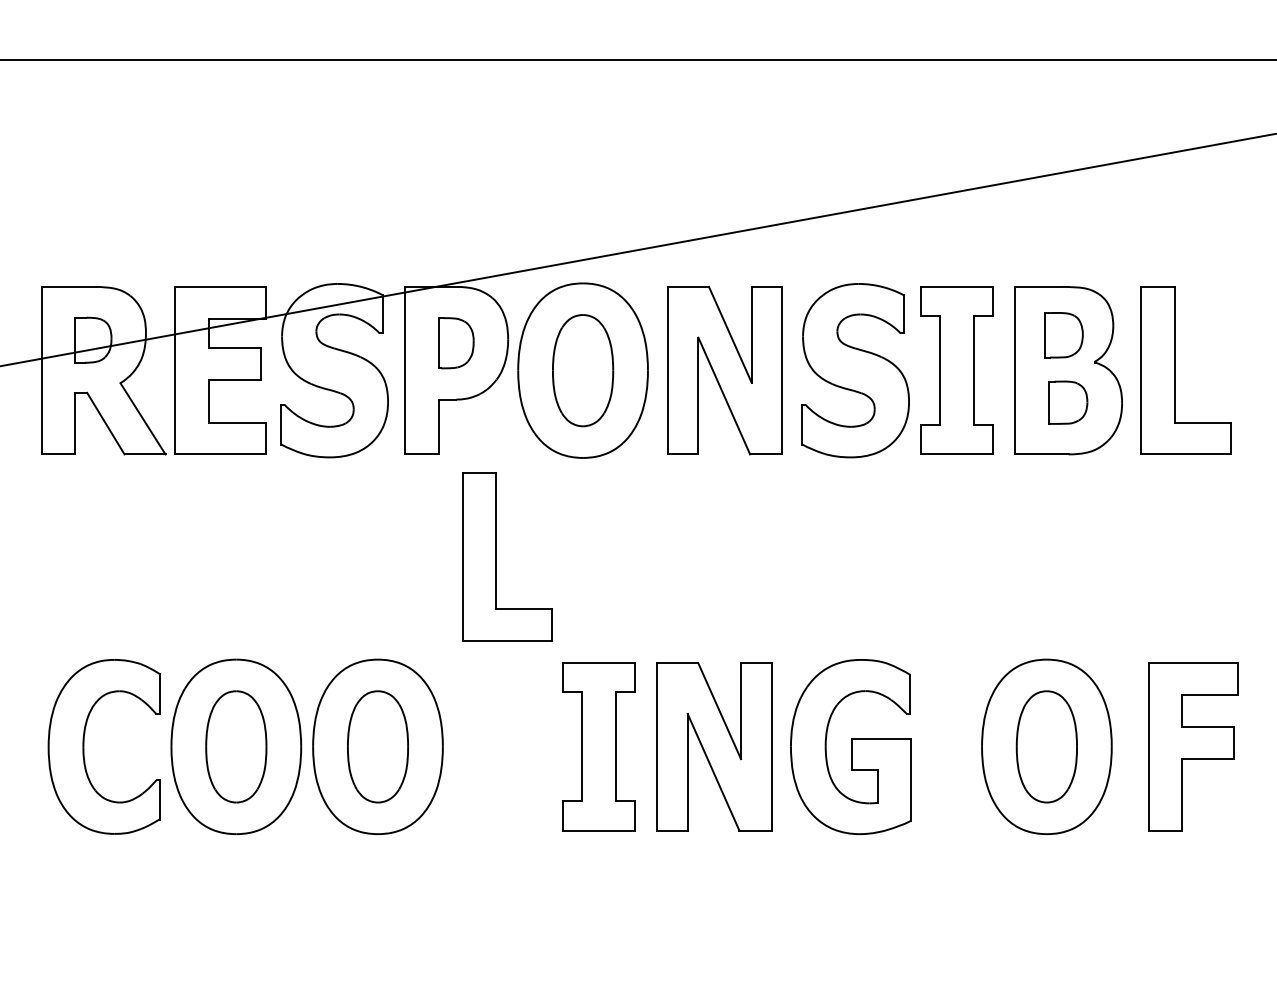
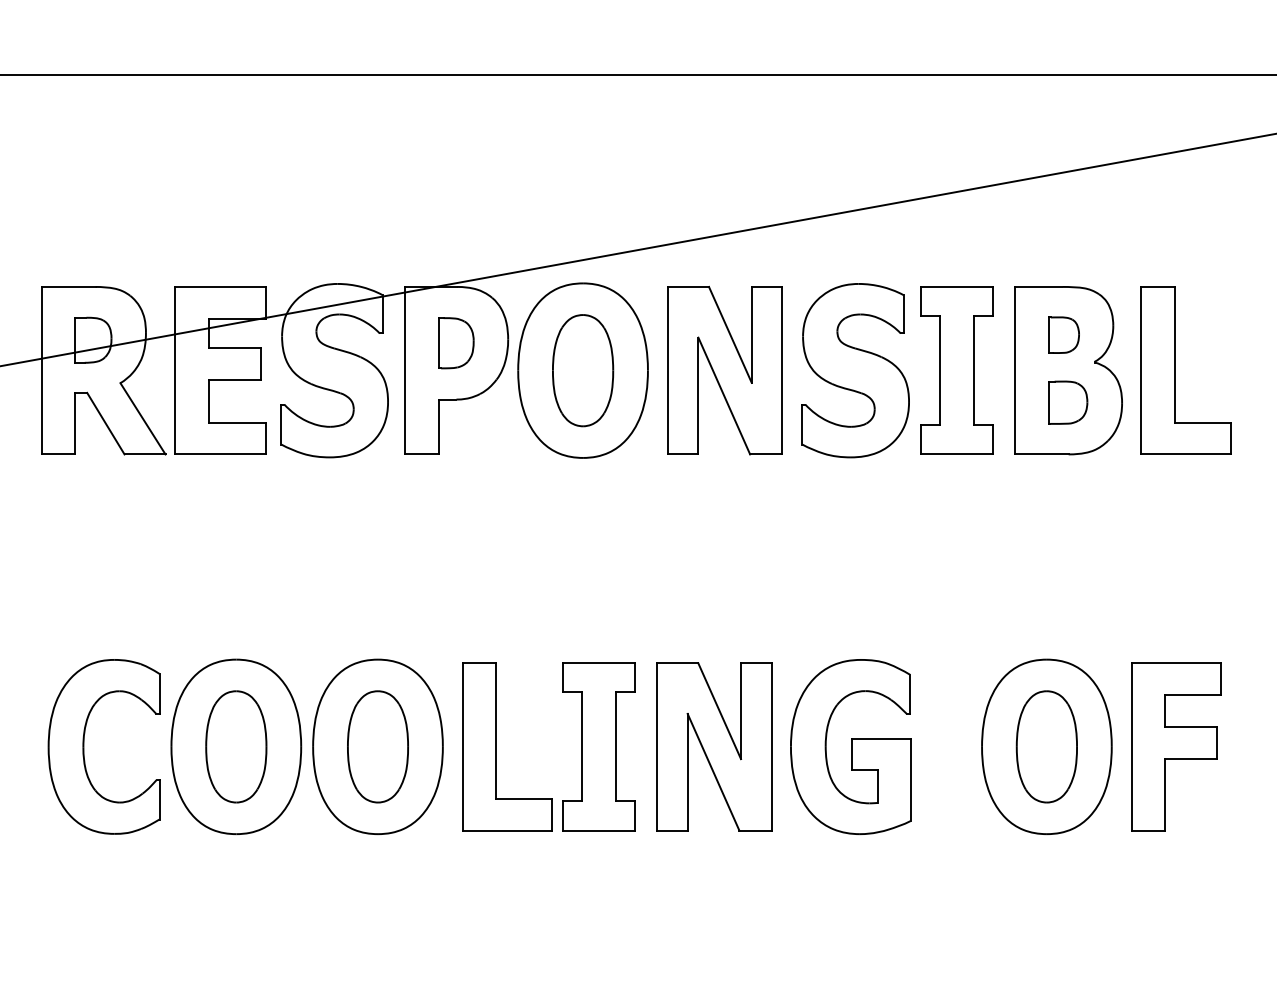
line at (637, 60) position: (637, 60) -> (637, 75)
part at (1063, 335) size: 40x47 px -> 32x38 px
part at (496, 556) position: (496, 556) -> (496, 746)
part at (1193, 746) position: (1193, 746) -> (1176, 746)
